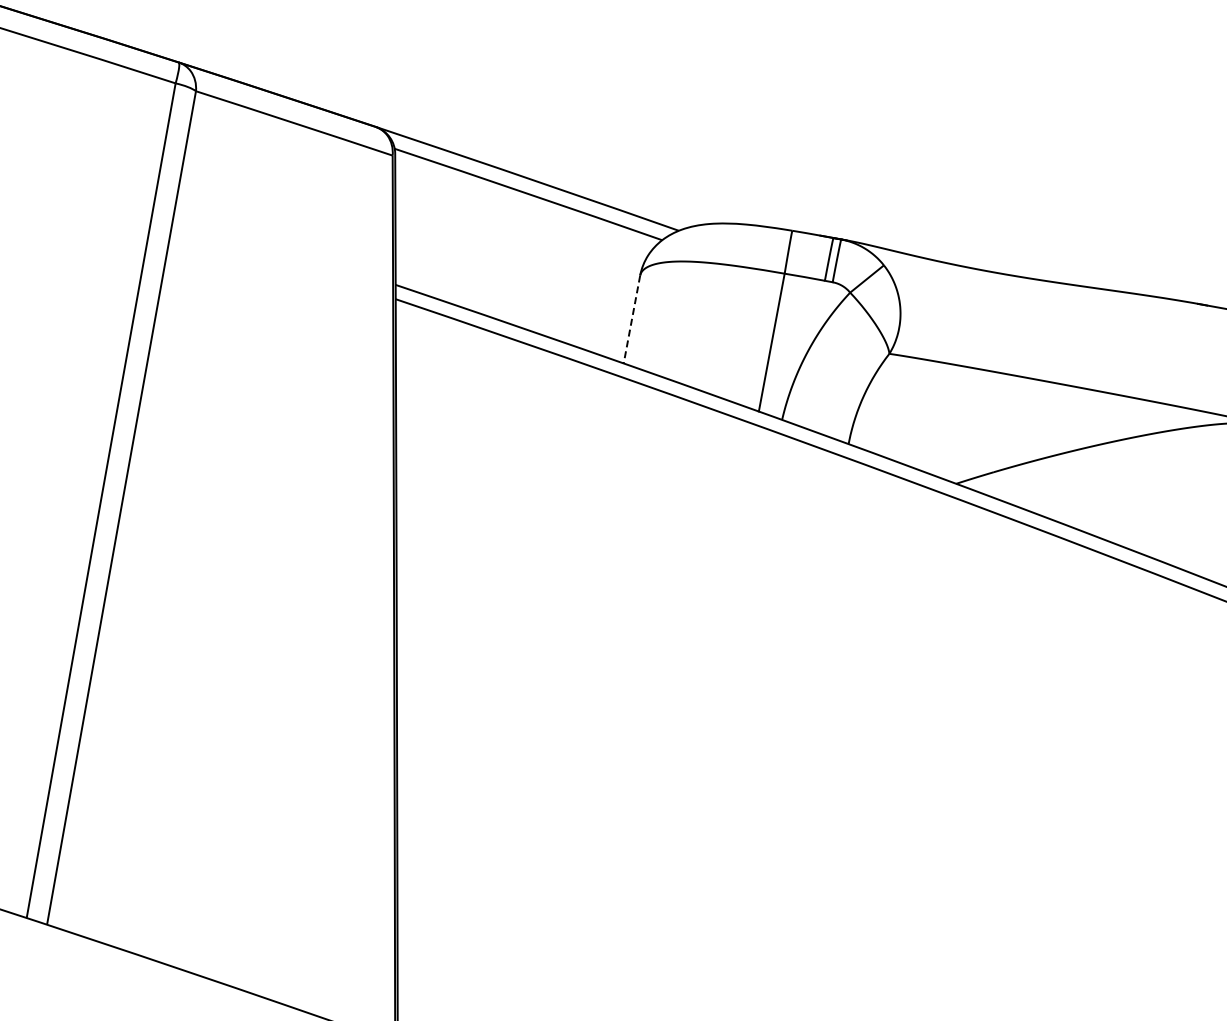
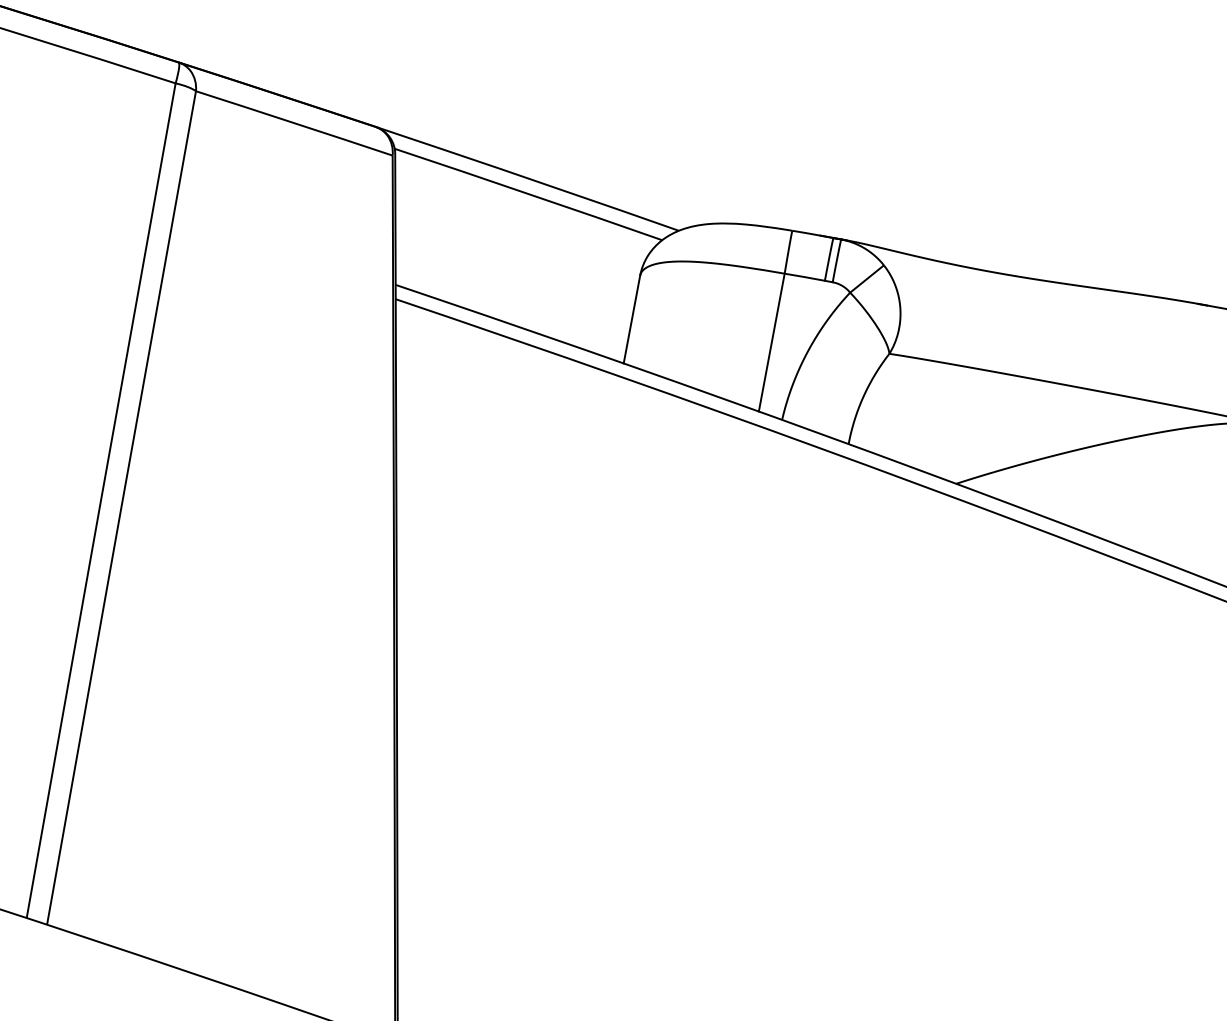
line at (631, 319): dashed -> solid
